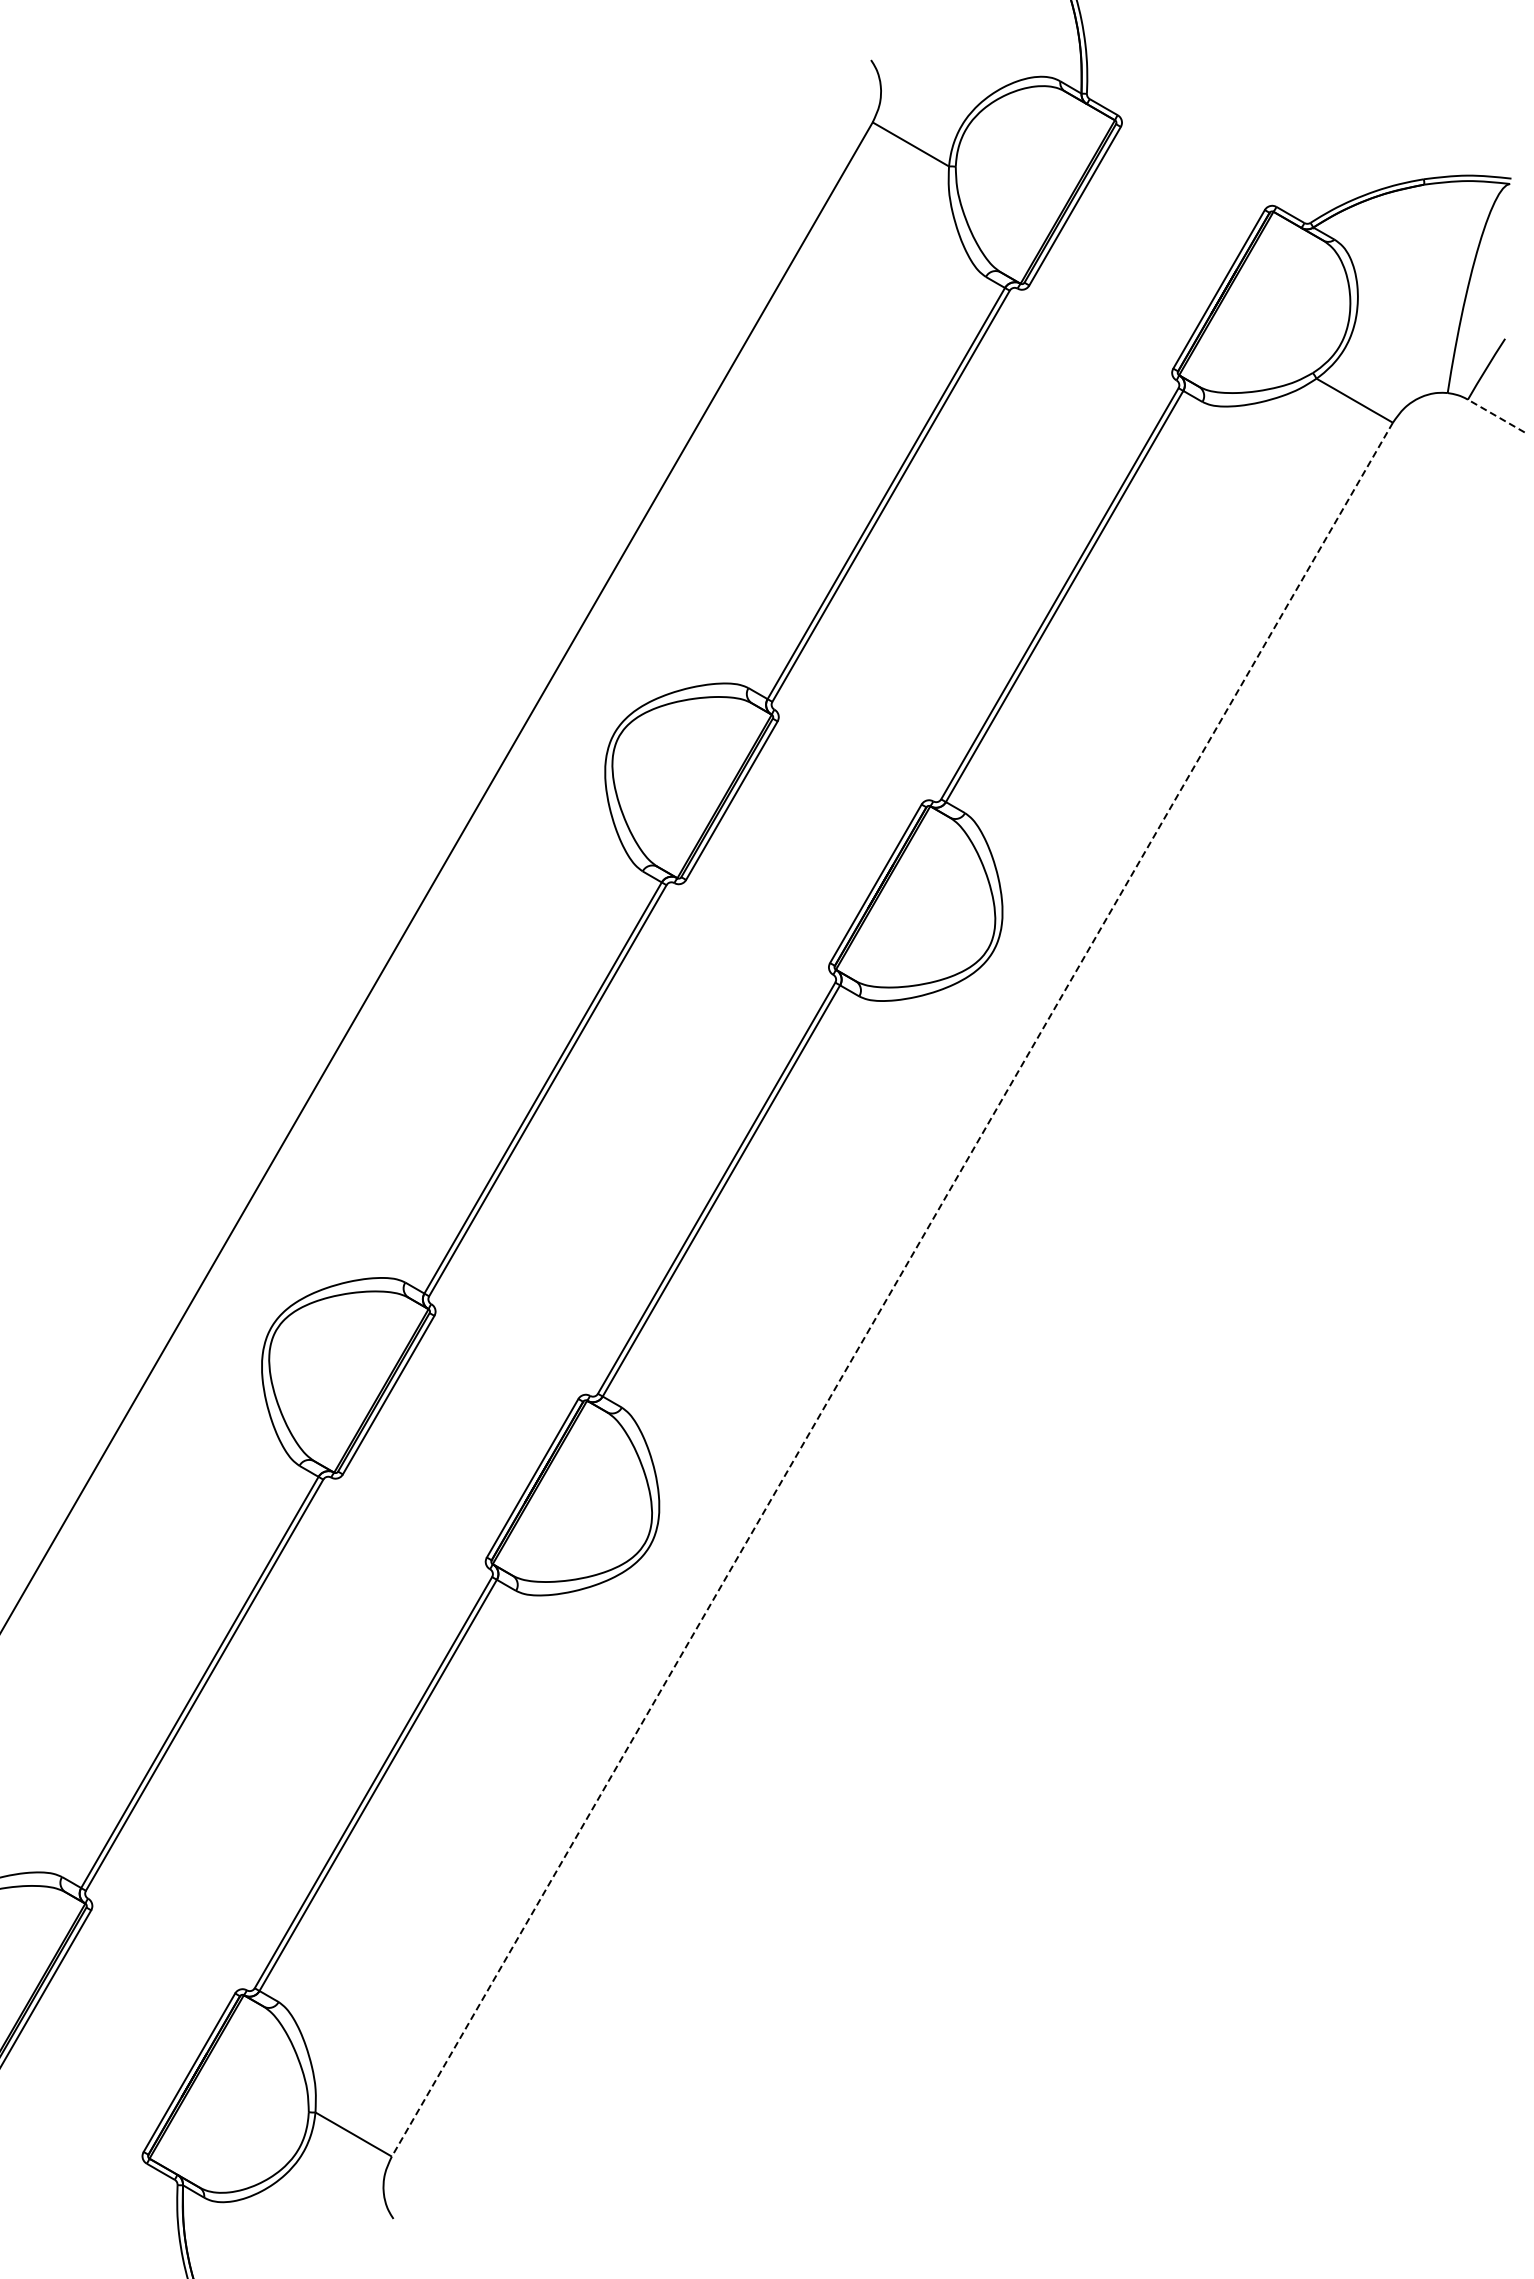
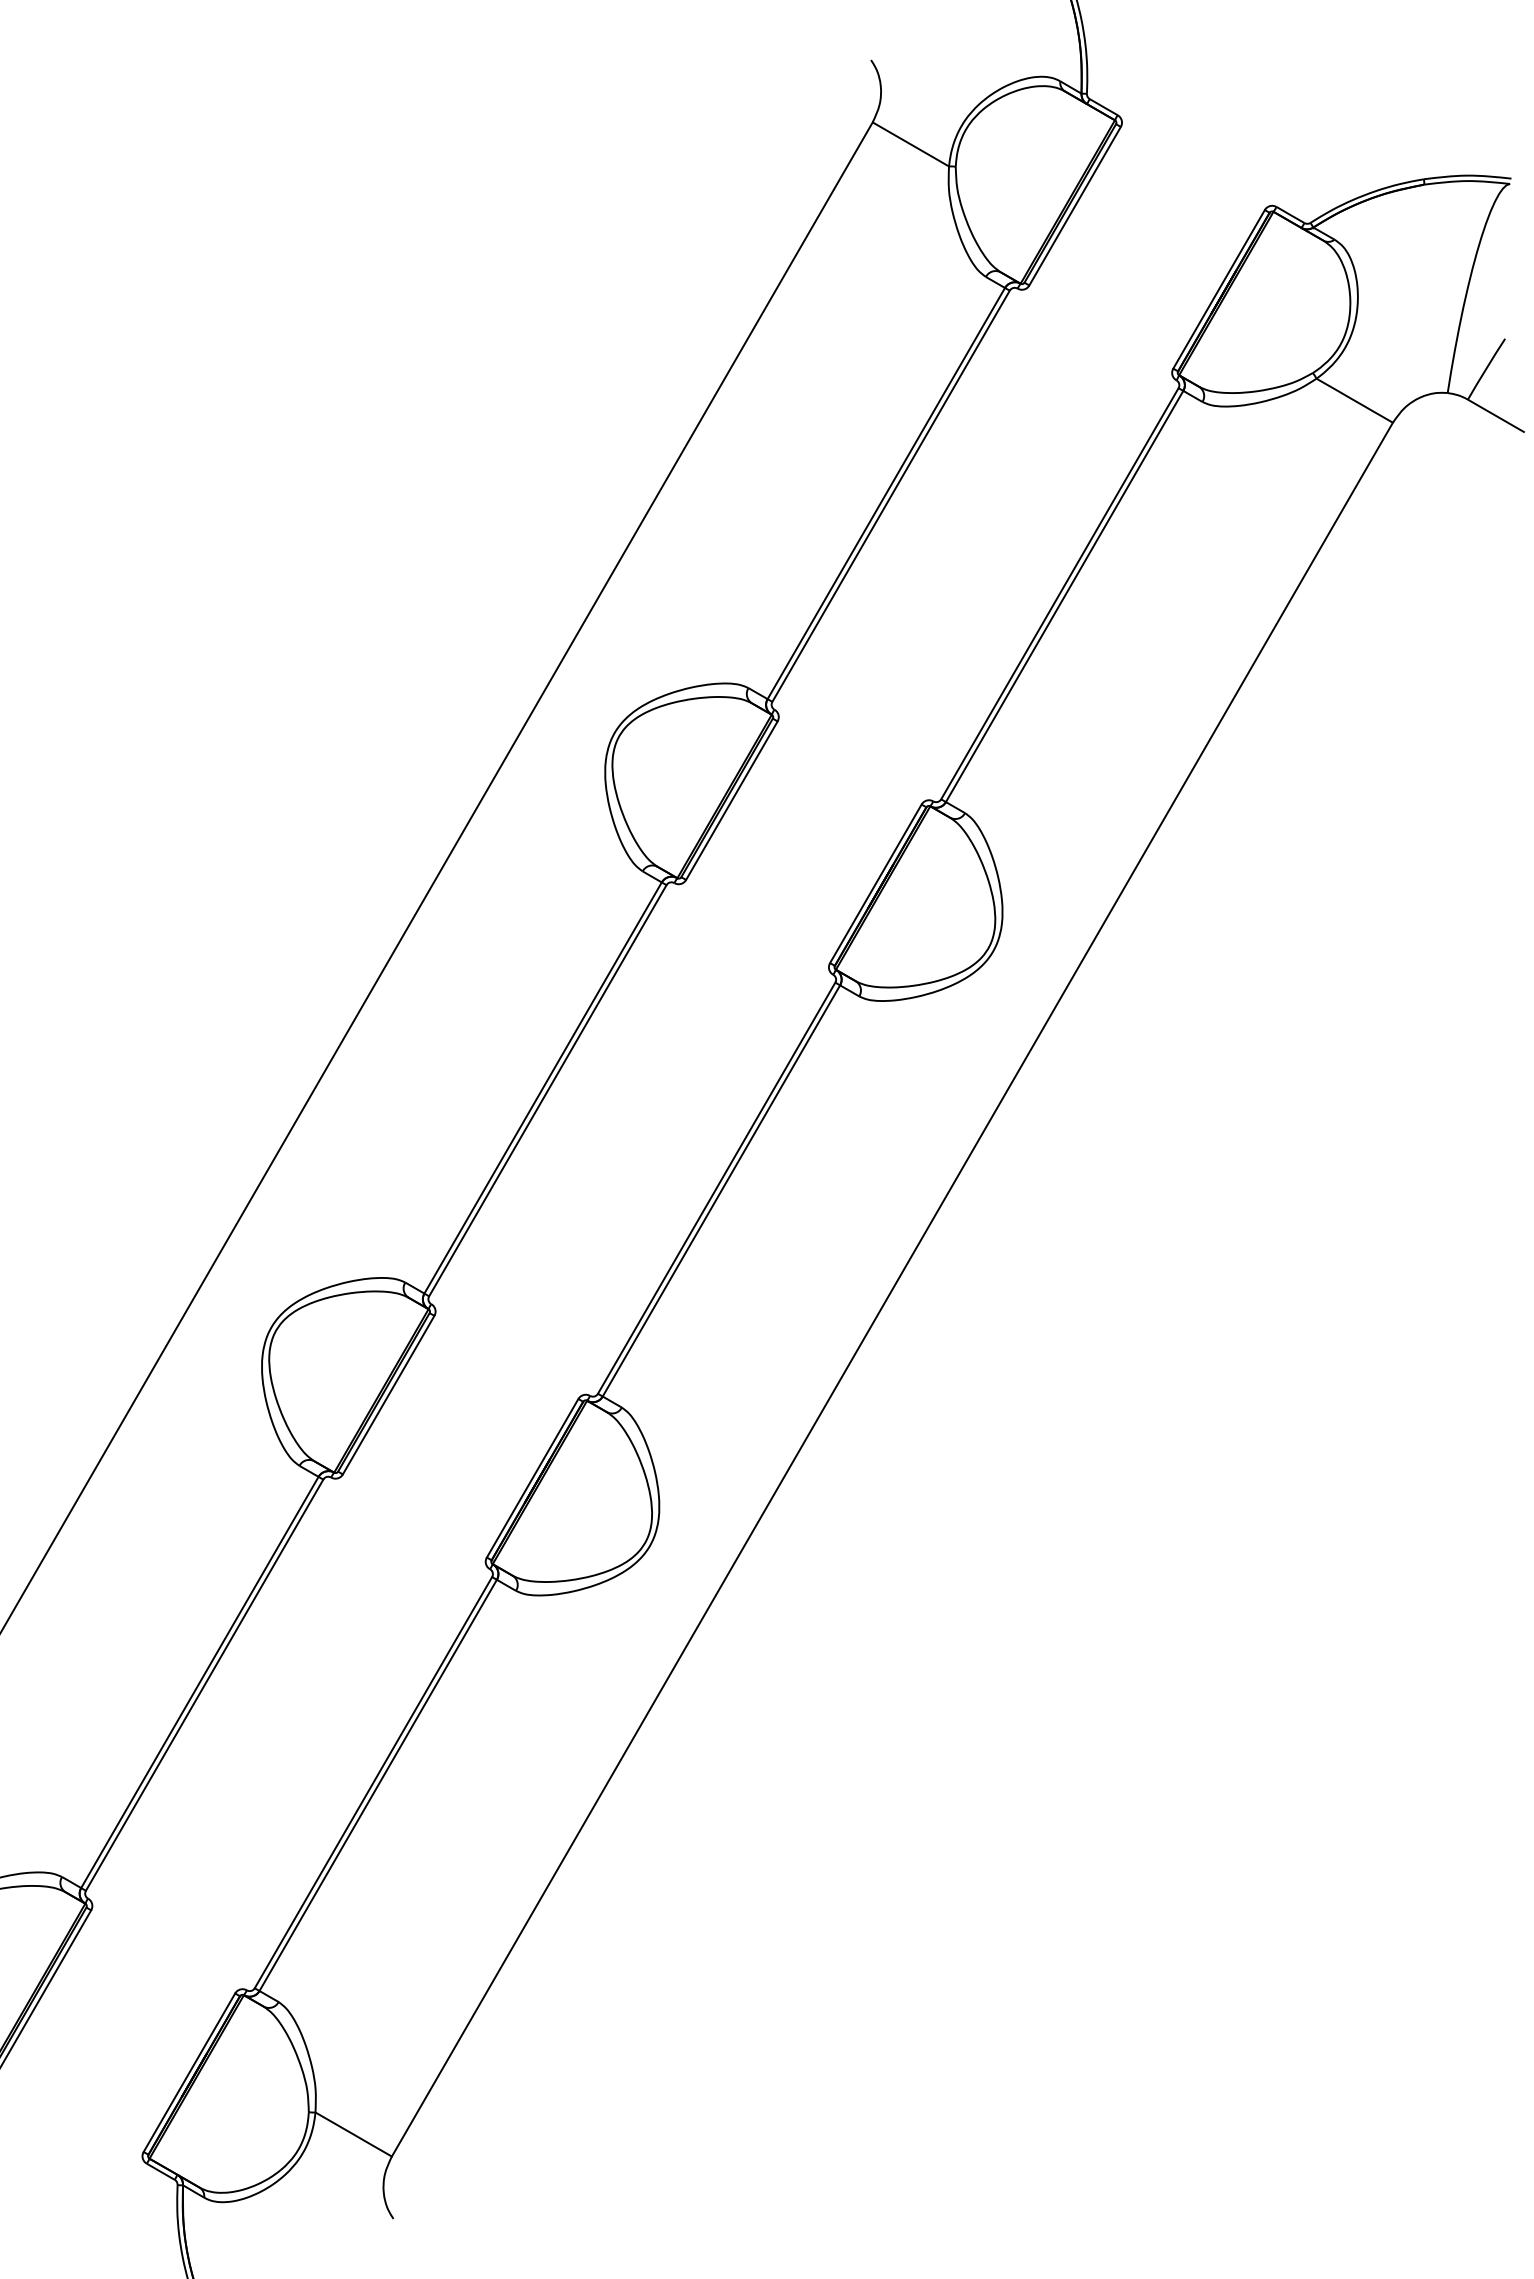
line at (1496, 416): dashed -> solid
line at (892, 1290): dashed -> solid
